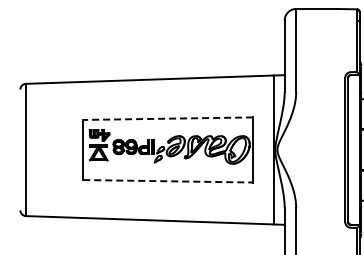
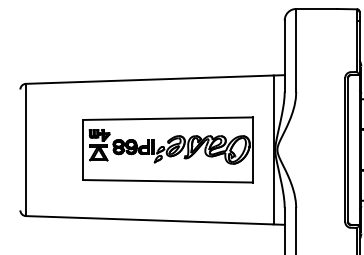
line at (168, 118): dashed -> solid
line at (168, 181): dashed -> solid
